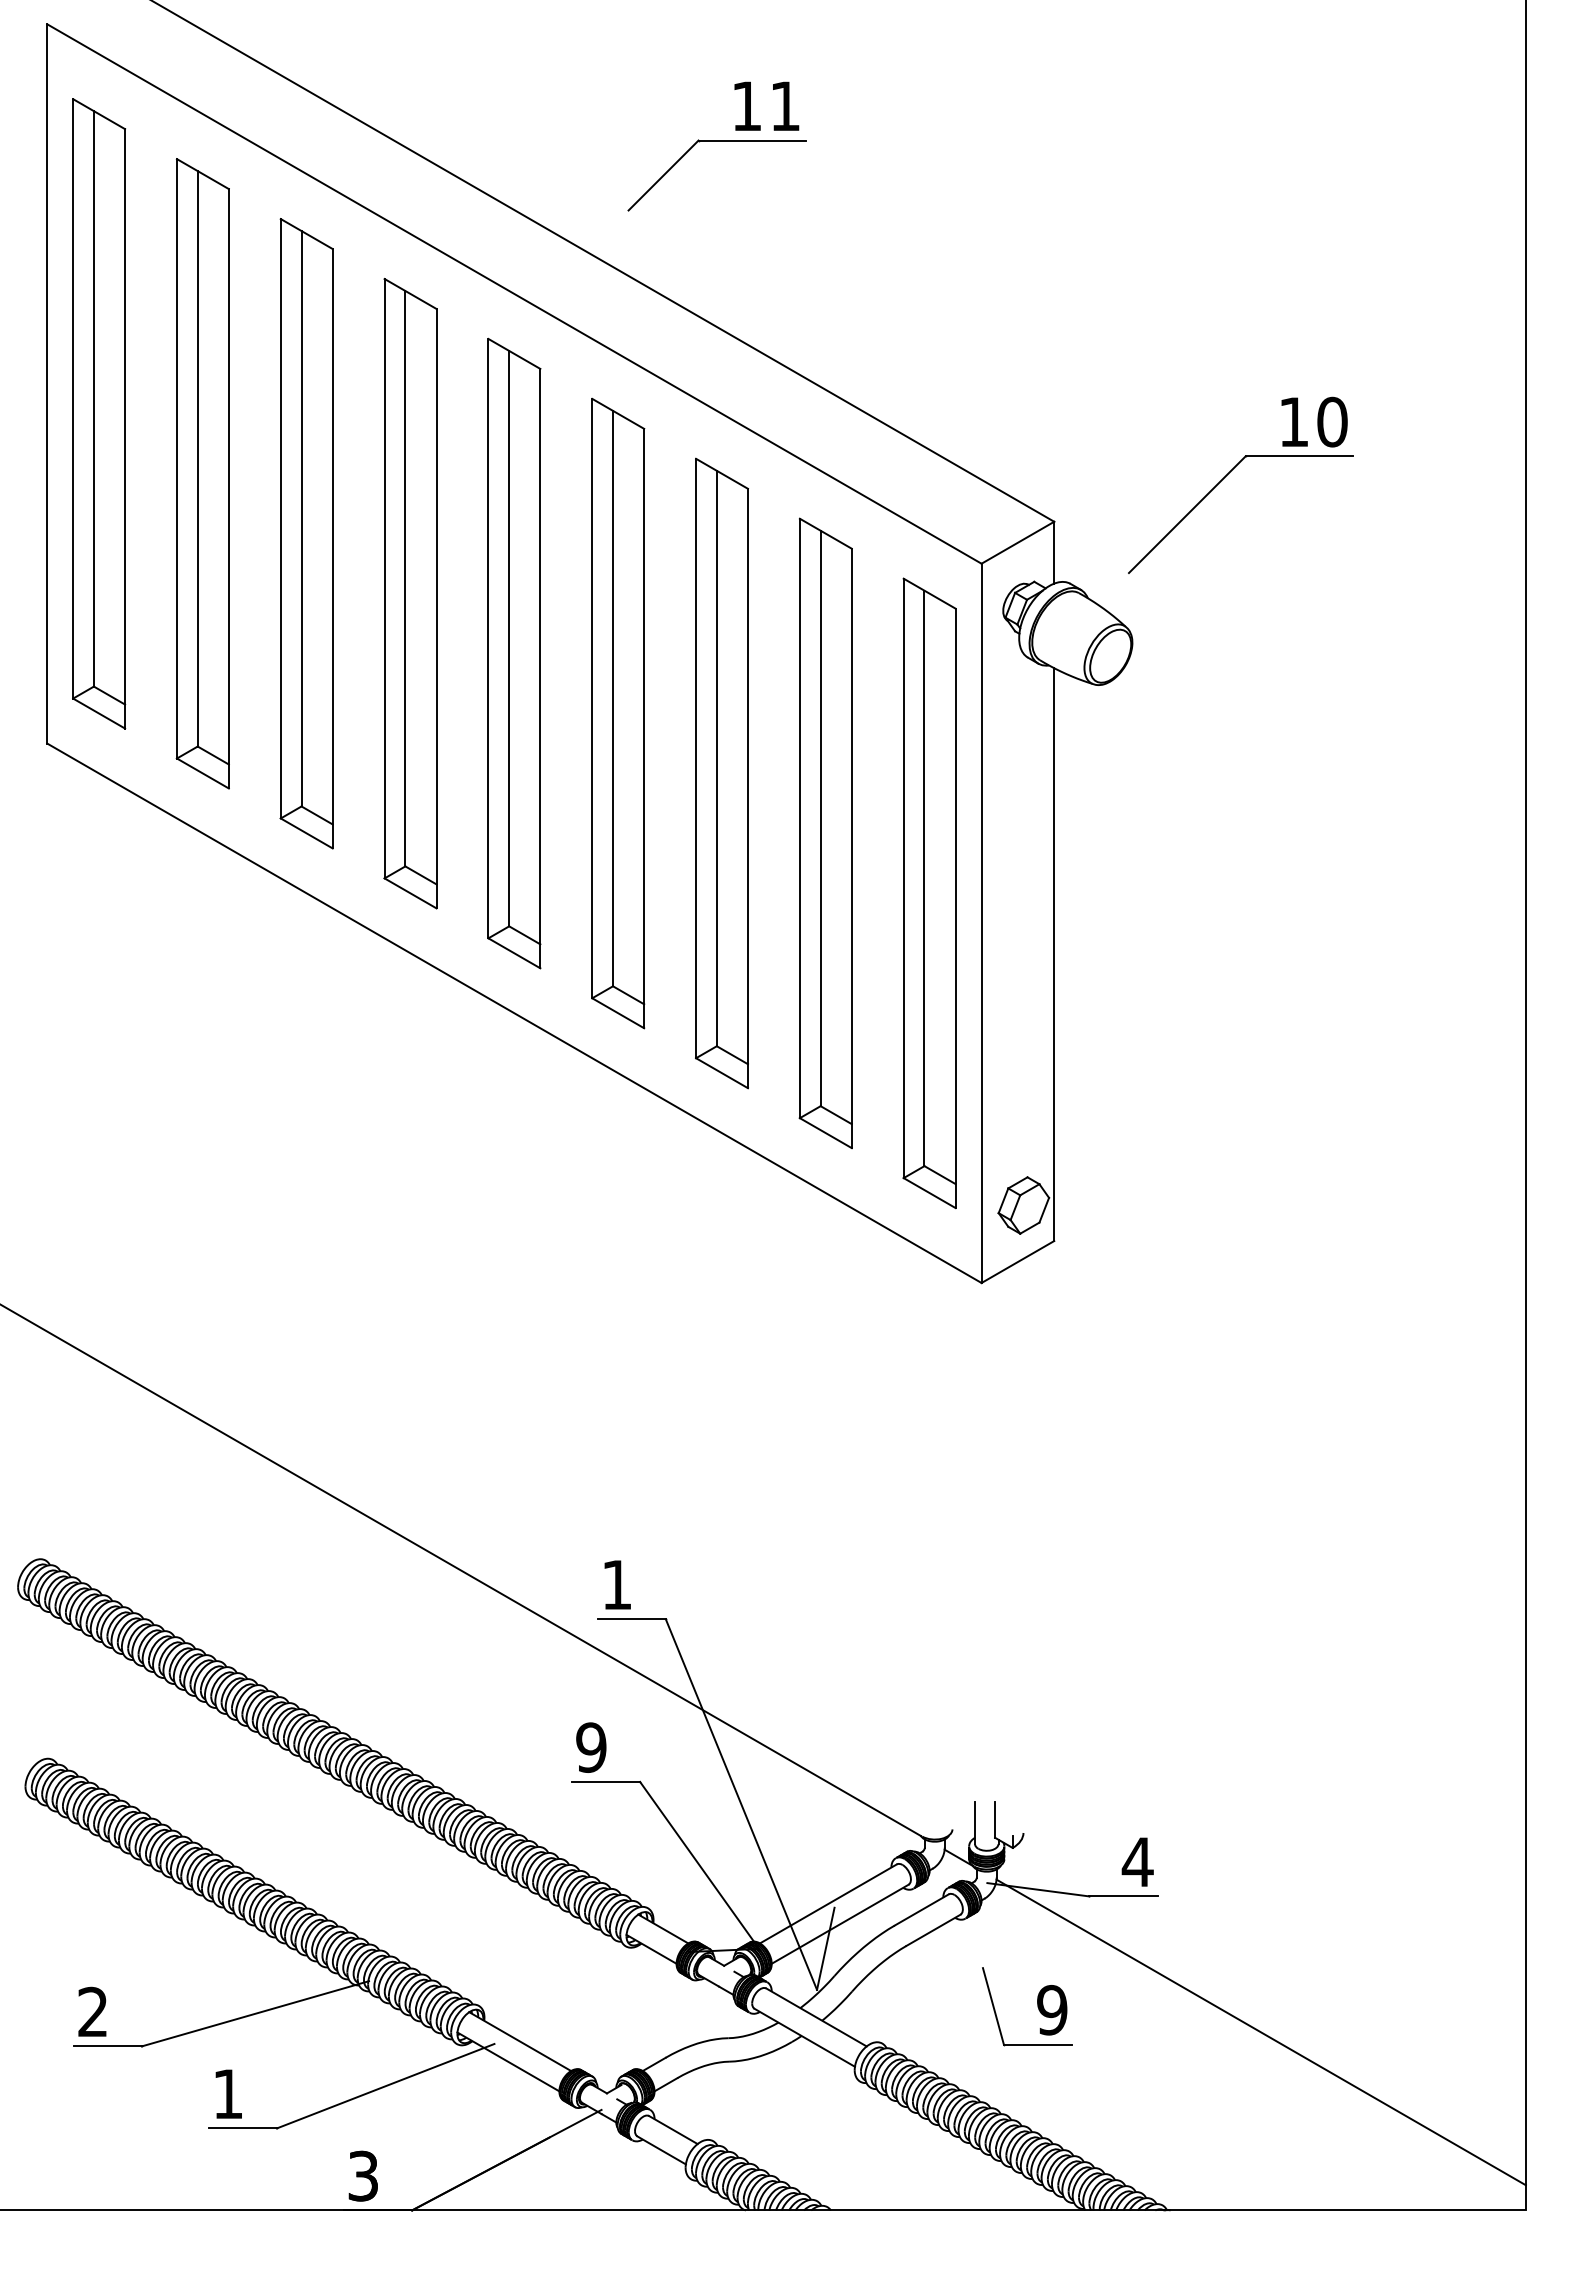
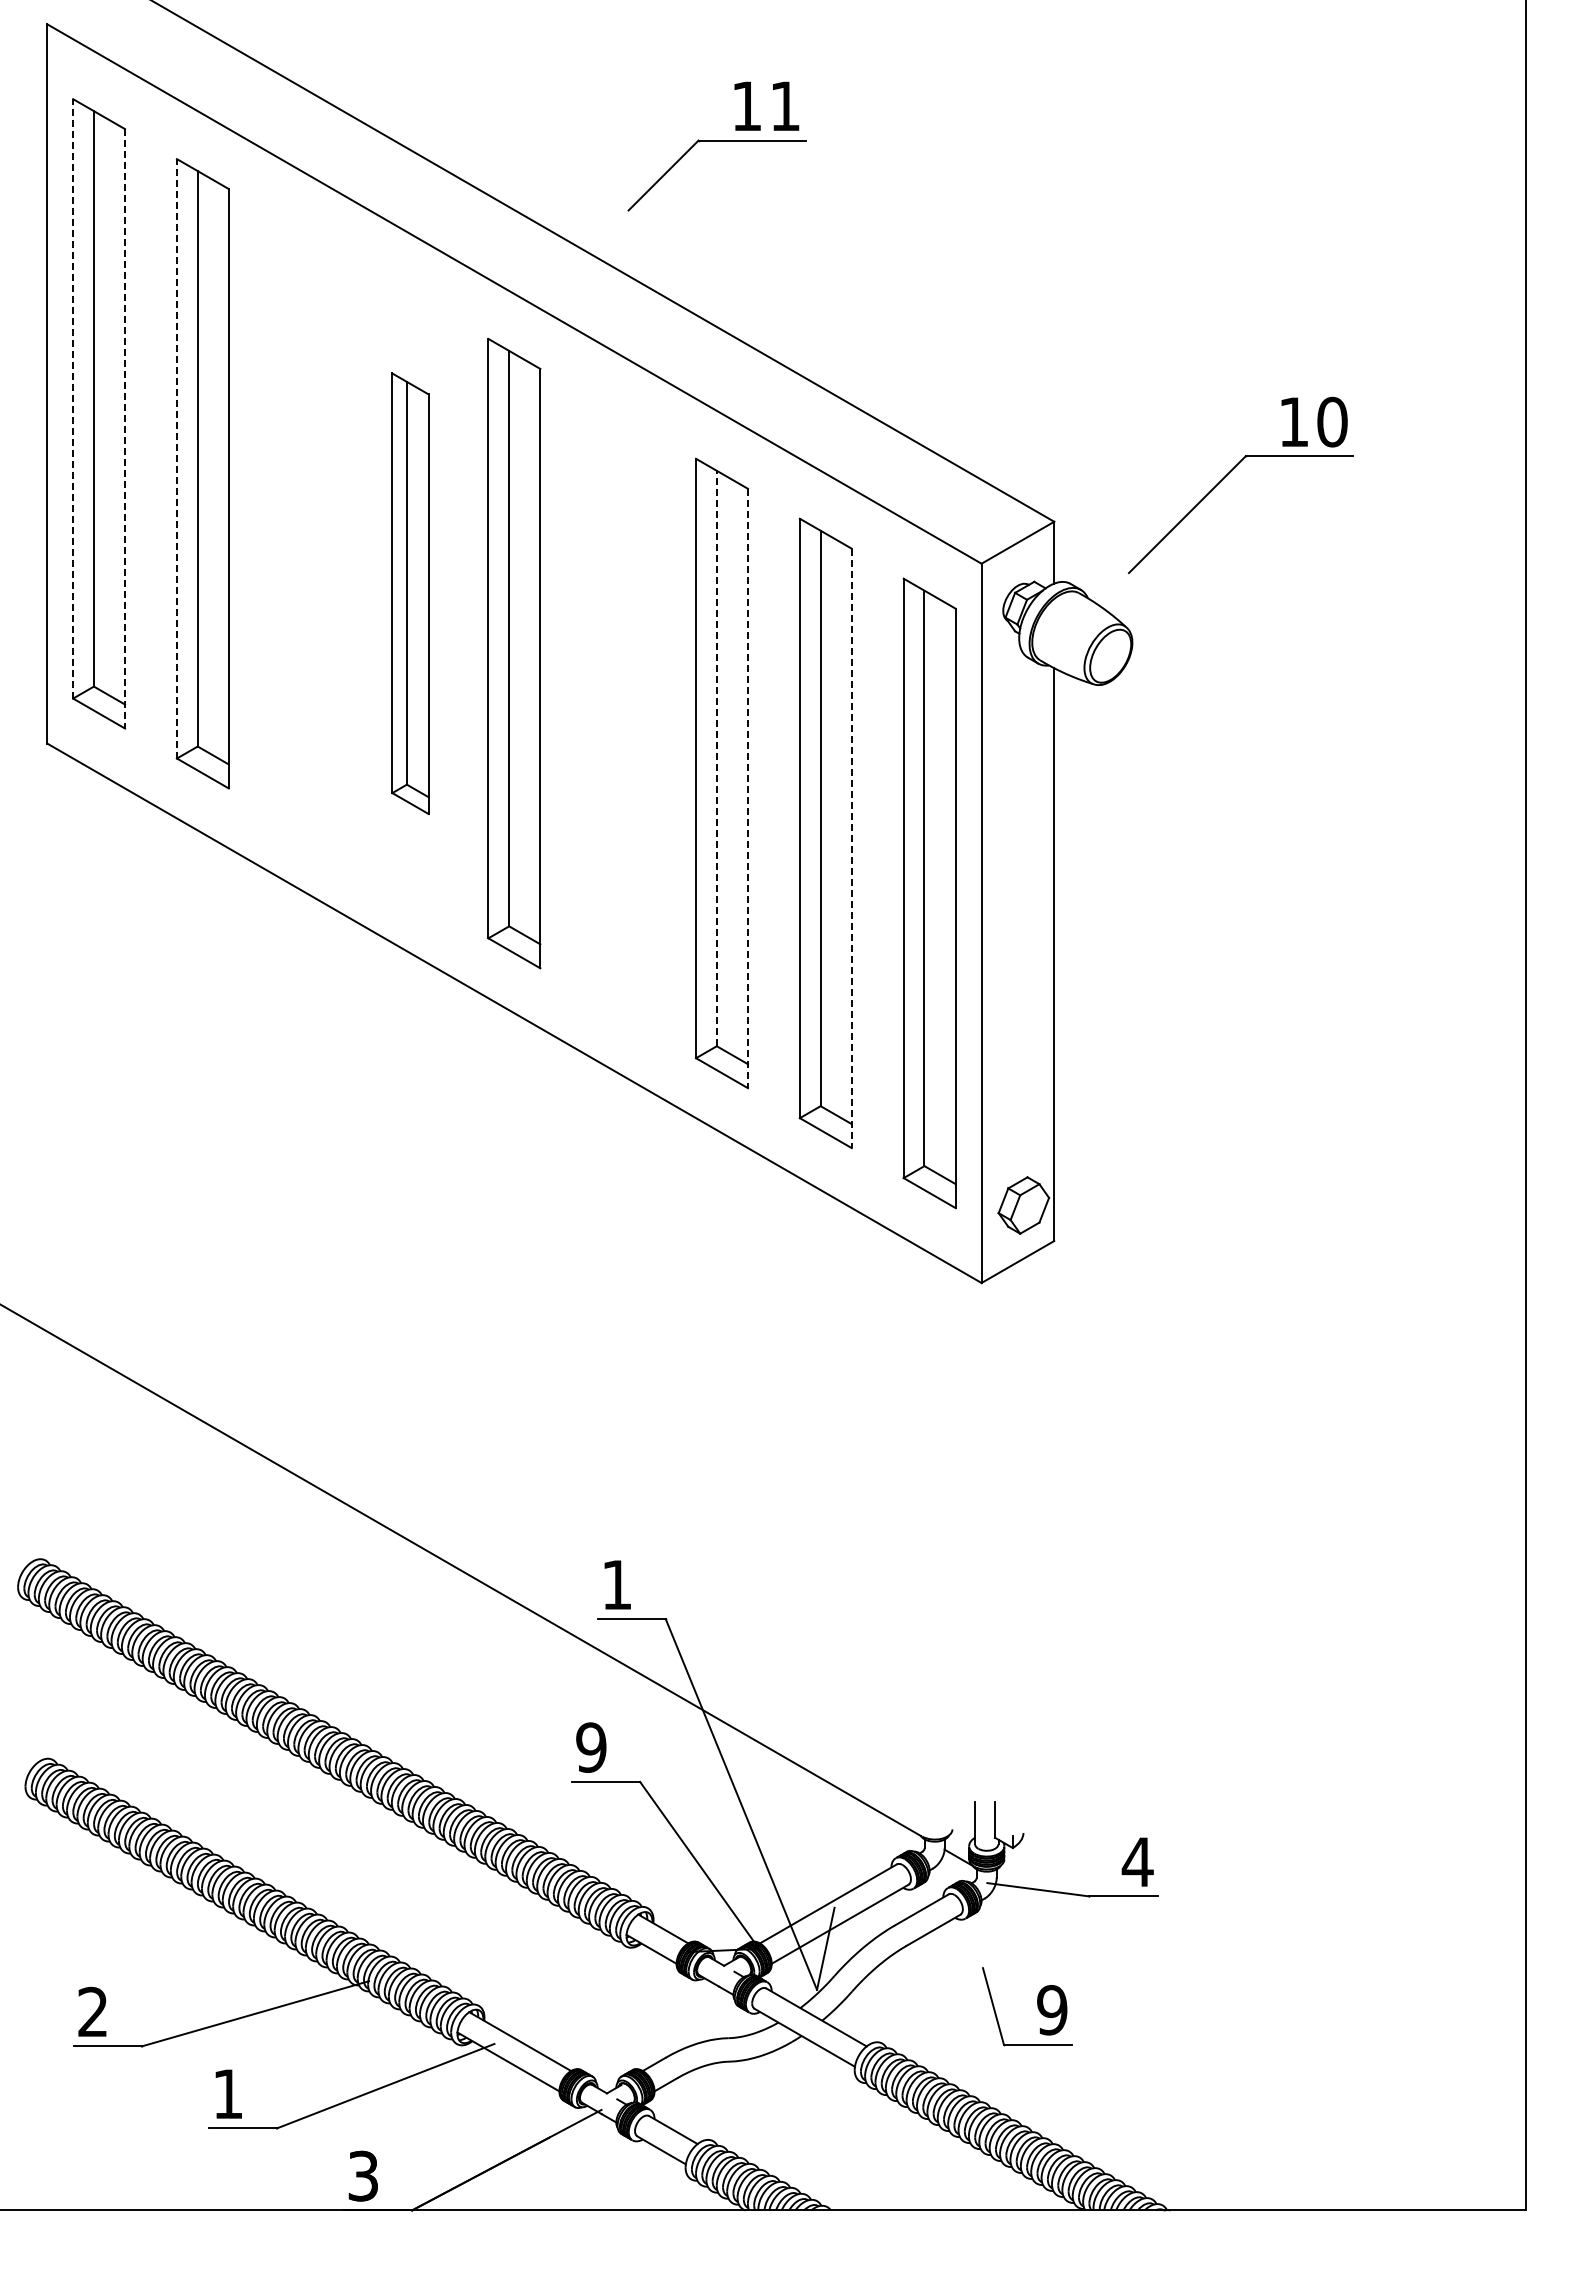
line at (73, 398): solid -> dashed
line at (125, 428): solid -> dashed
line at (176, 458): solid -> dashed
part at (306, 533): present -> none
part at (410, 593) size: 55x632 px -> 39x443 px
part at (618, 713): present -> none
line at (716, 758): solid -> dashed
line at (747, 788): solid -> dashed
line at (851, 848): solid -> dashed
line at (1260, 2032): present -> none
